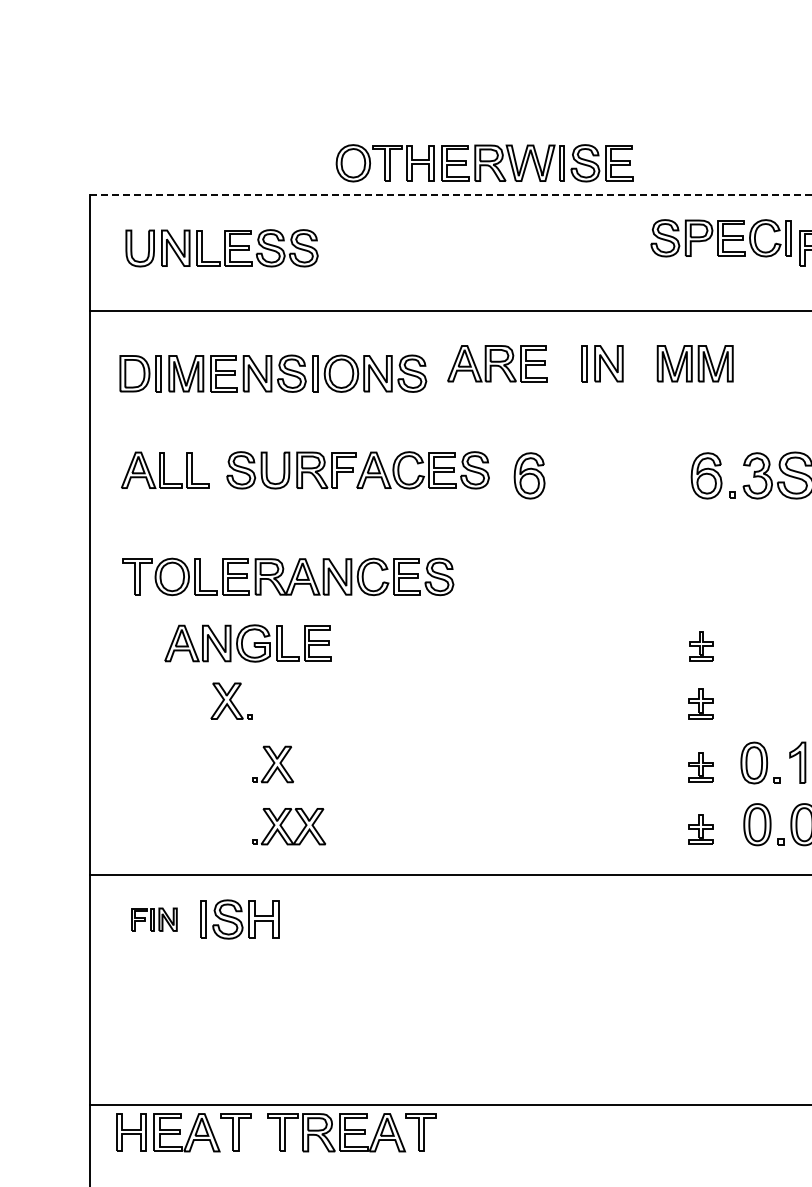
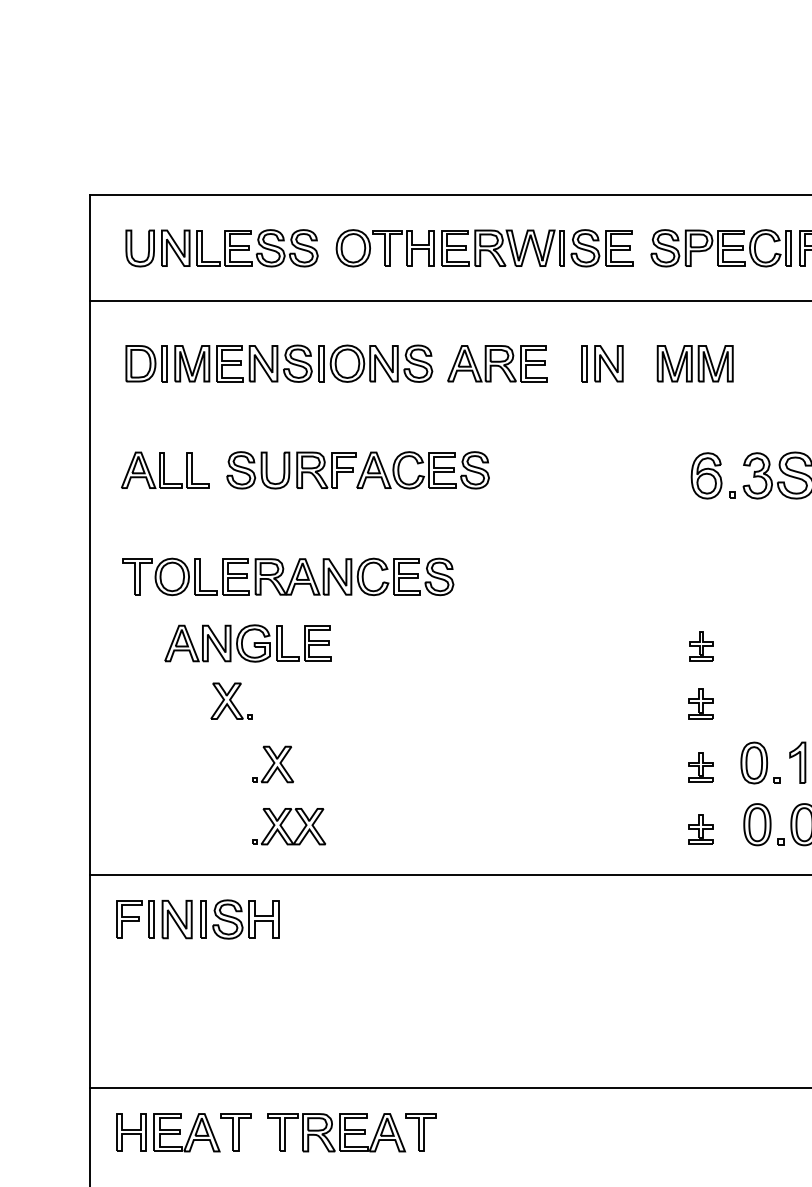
part at (484, 163) position: (484, 163) -> (484, 248)
line at (451, 194): dashed -> solid
part at (720, 238) position: (720, 238) -> (720, 248)
line at (449, 311) position: (449, 311) -> (449, 301)
part at (273, 373) position: (273, 373) -> (279, 363)
part at (529, 475): present -> none
part at (154, 919) size: 47x25 px -> 77x40 px
line at (449, 1105) position: (449, 1105) -> (449, 1088)
